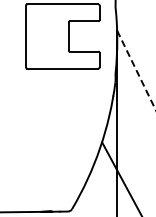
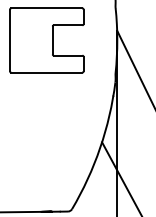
part at (62, 36) position: (62, 36) -> (46, 40)
line at (136, 70): dashed -> solid
